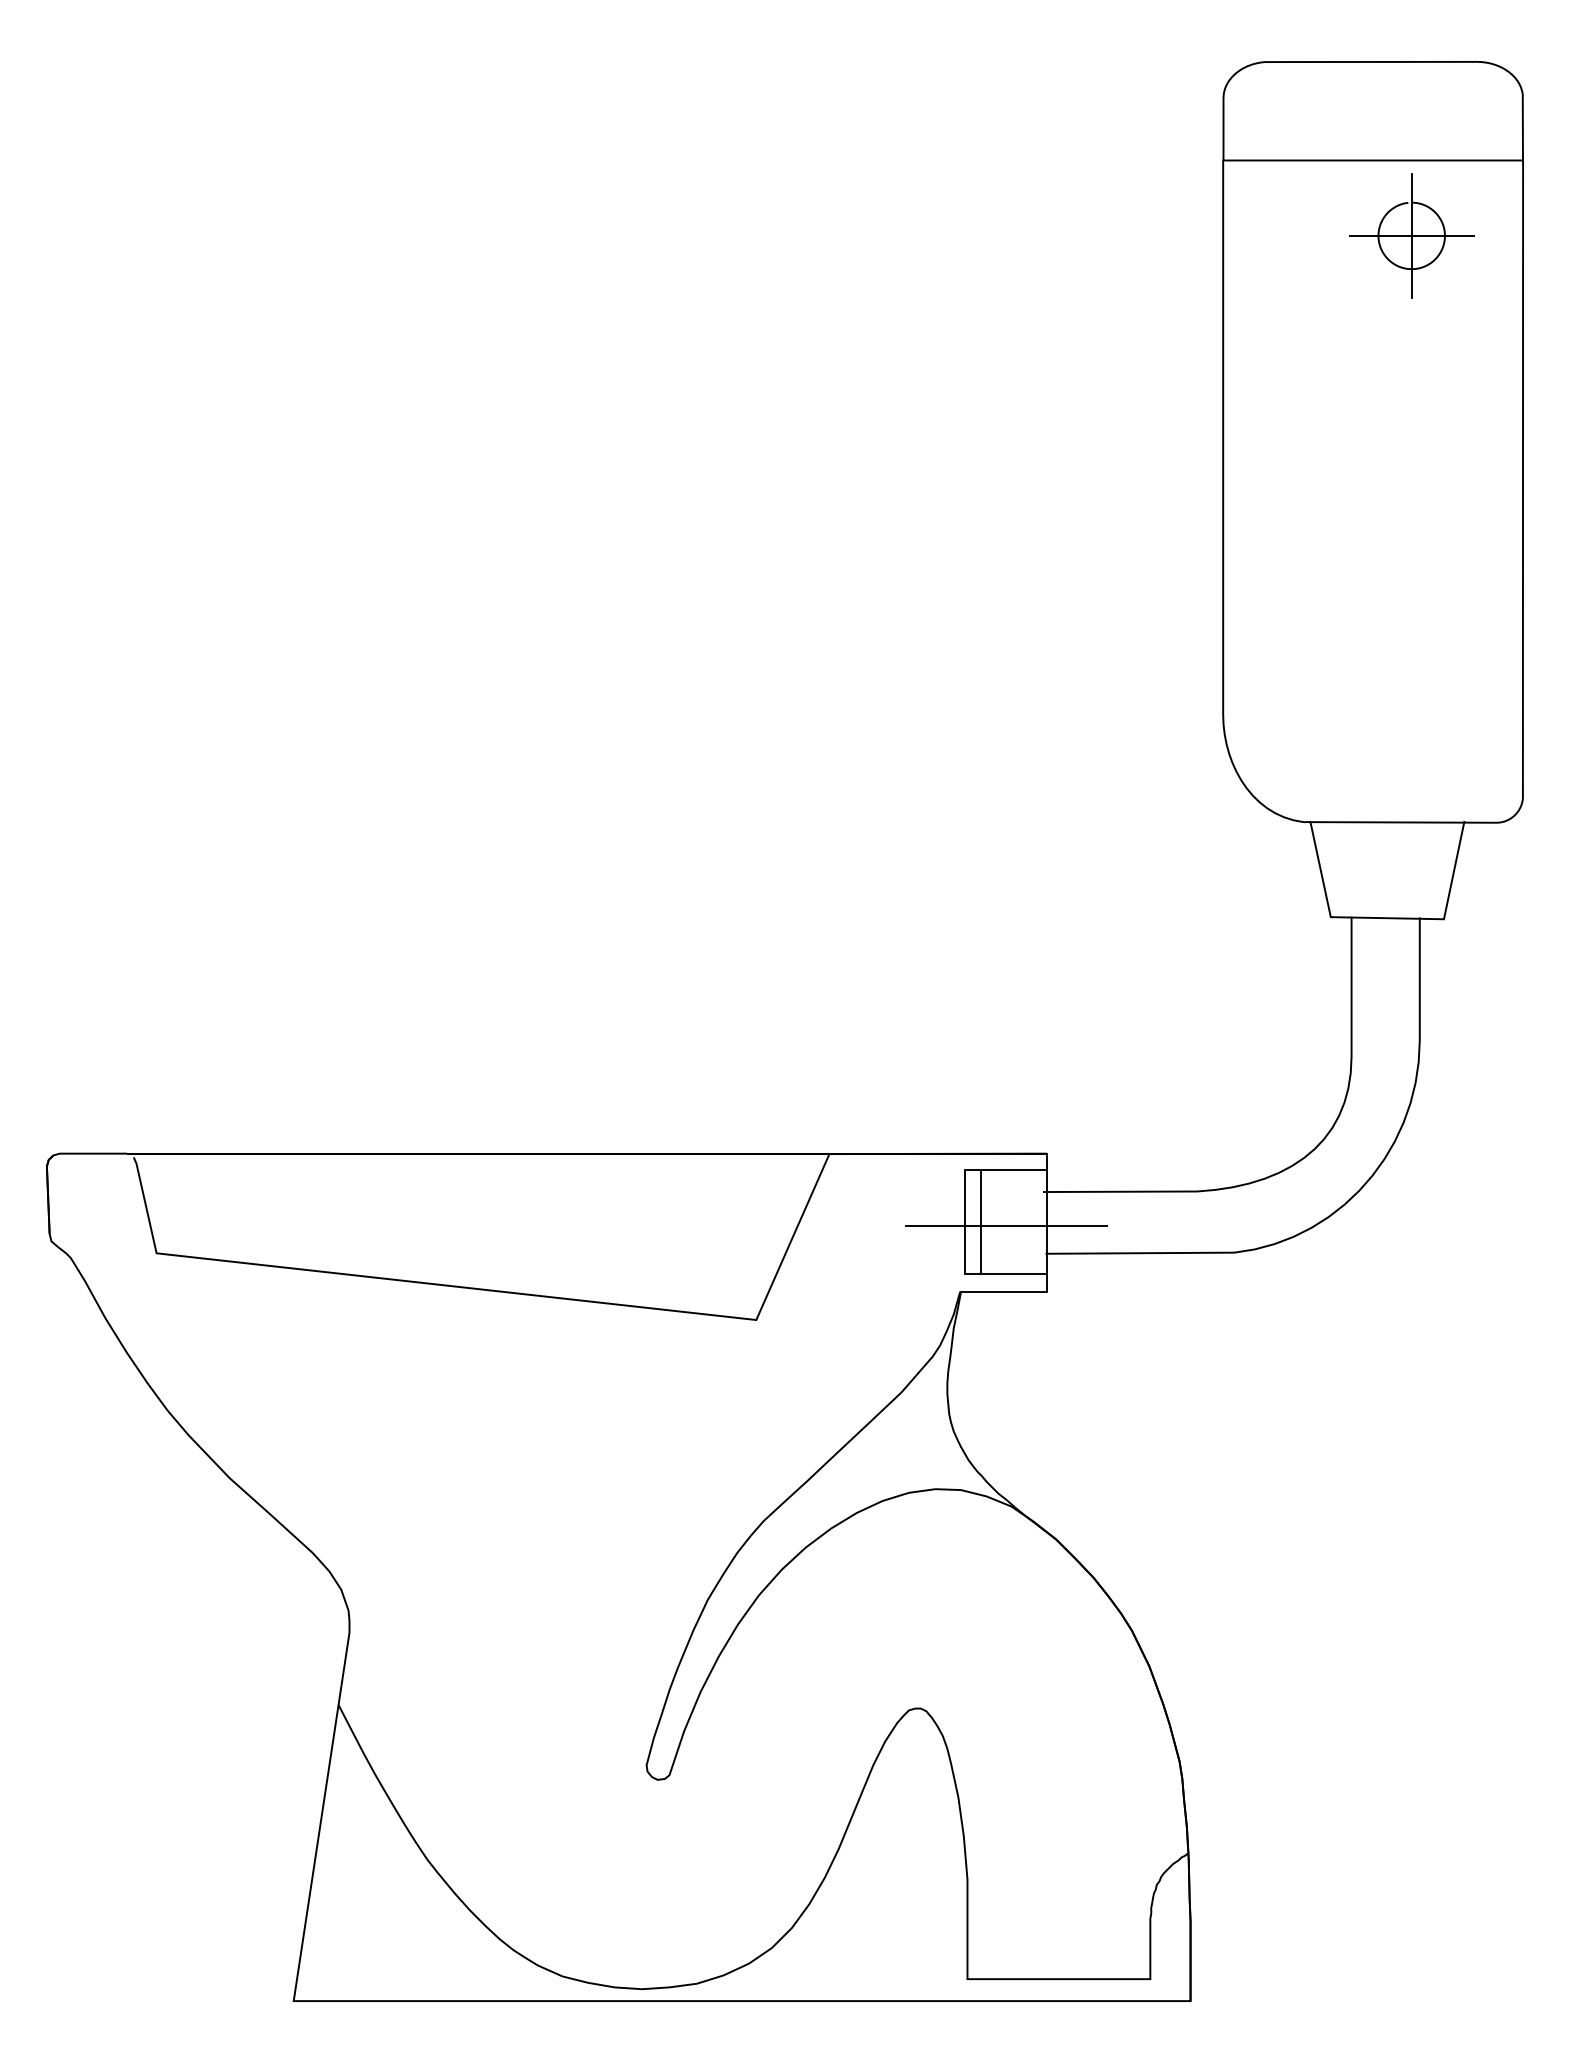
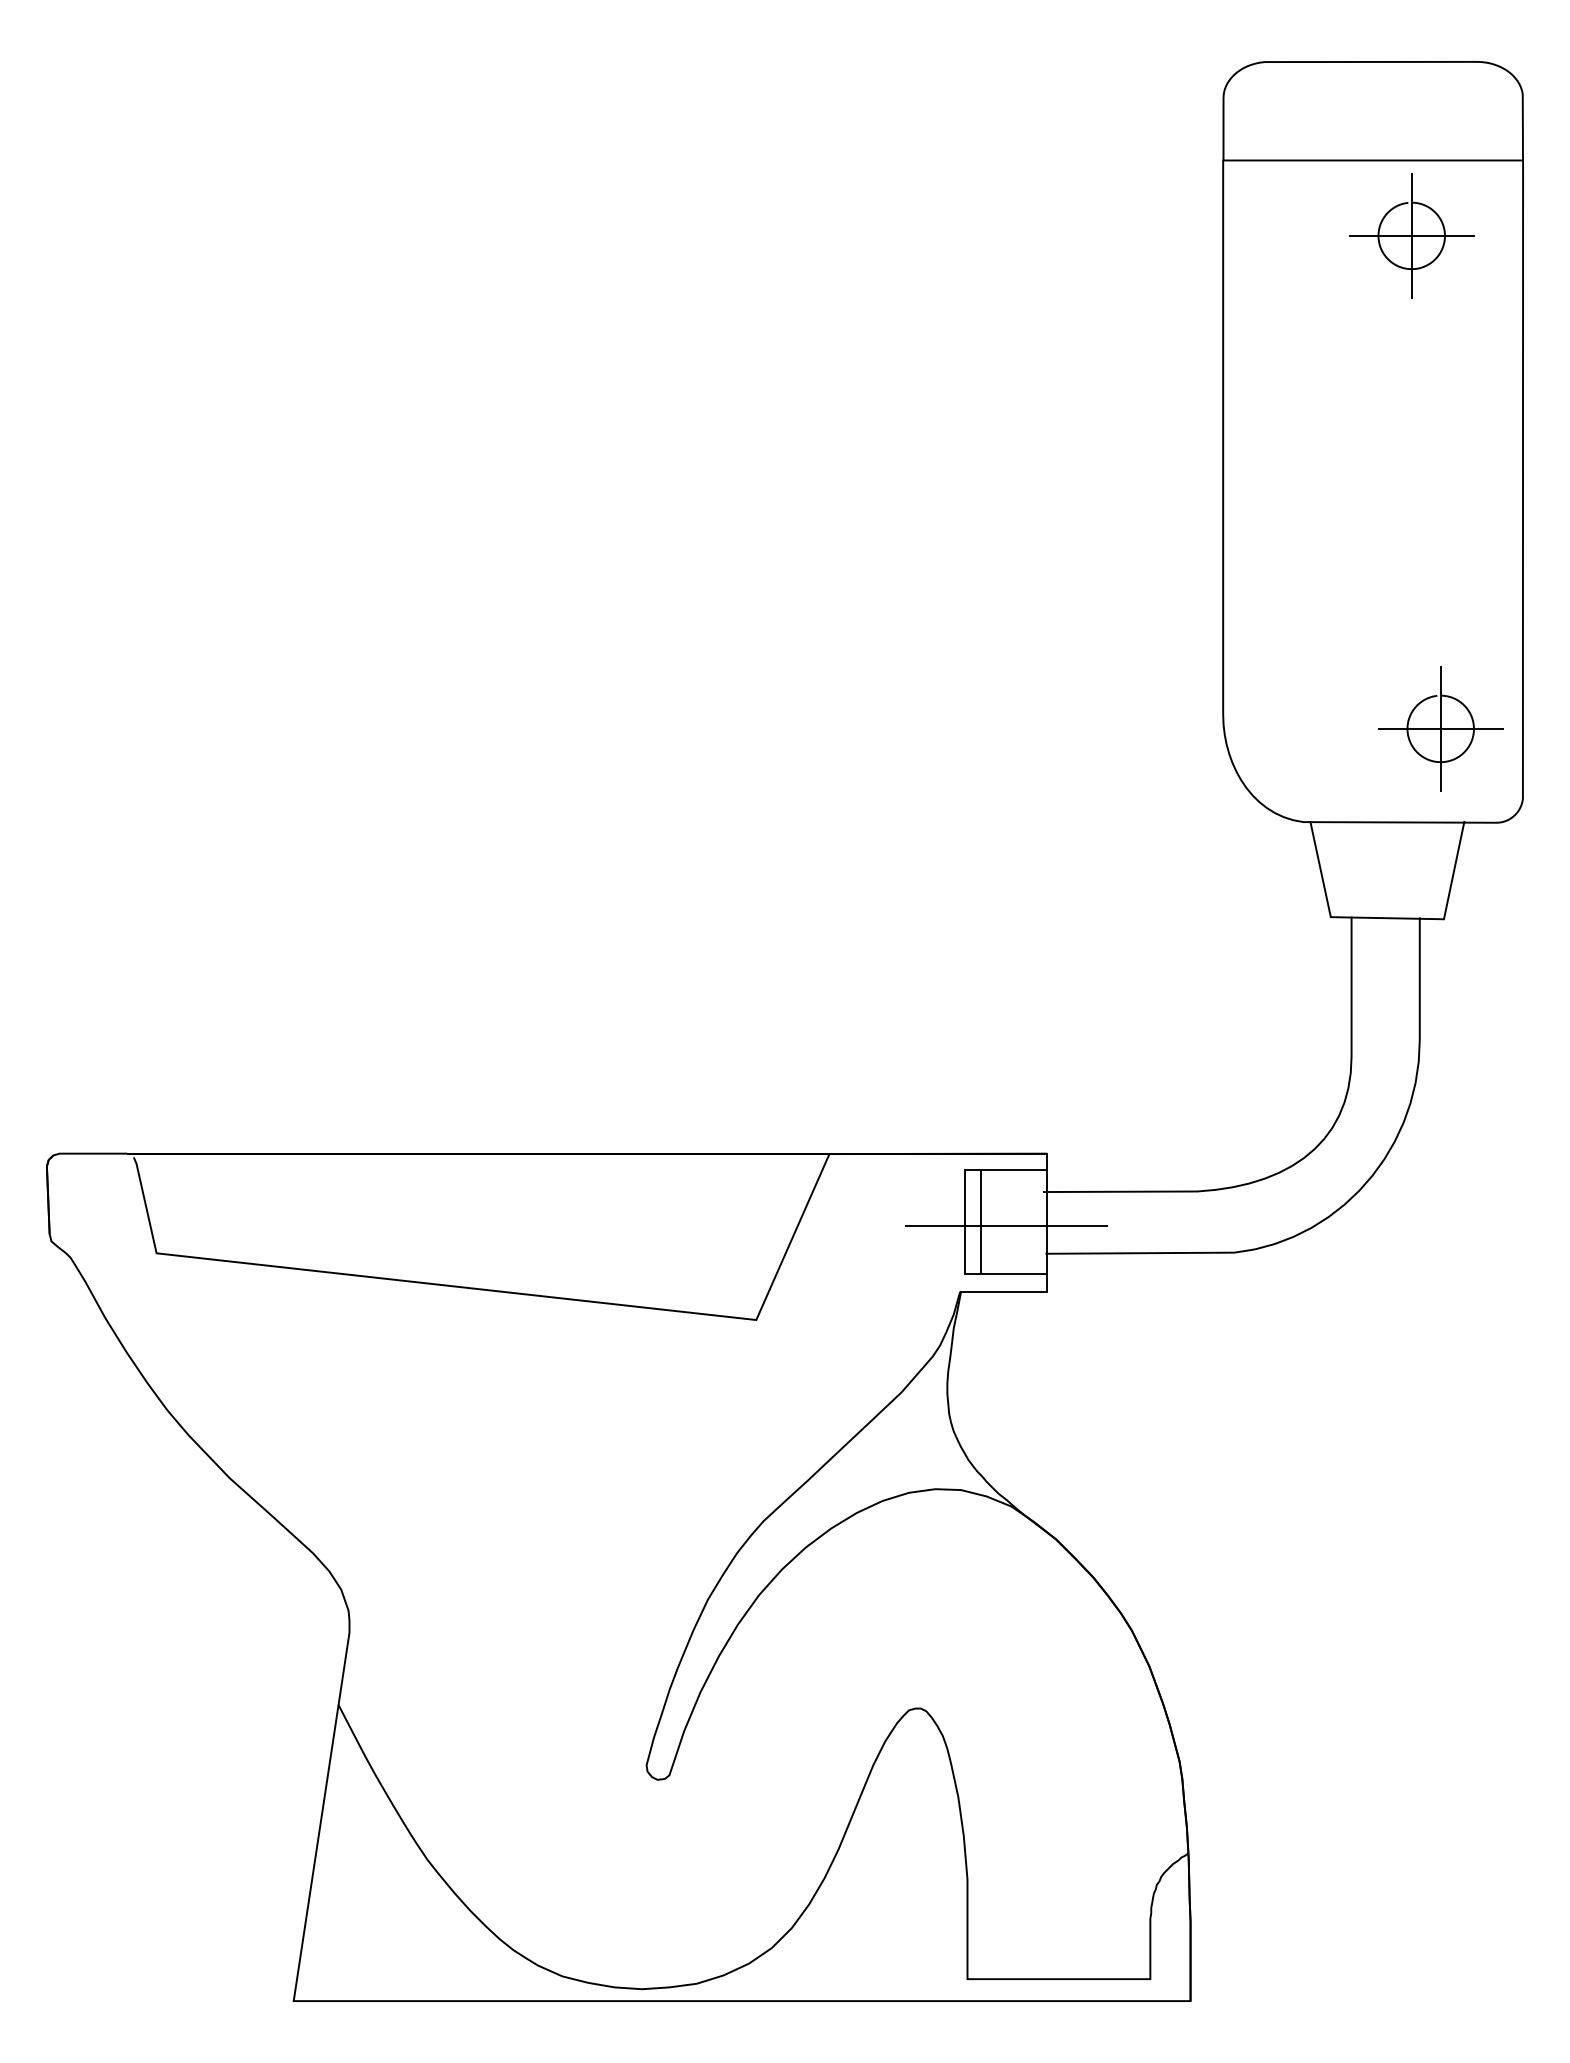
part at (1440, 728): none -> present
